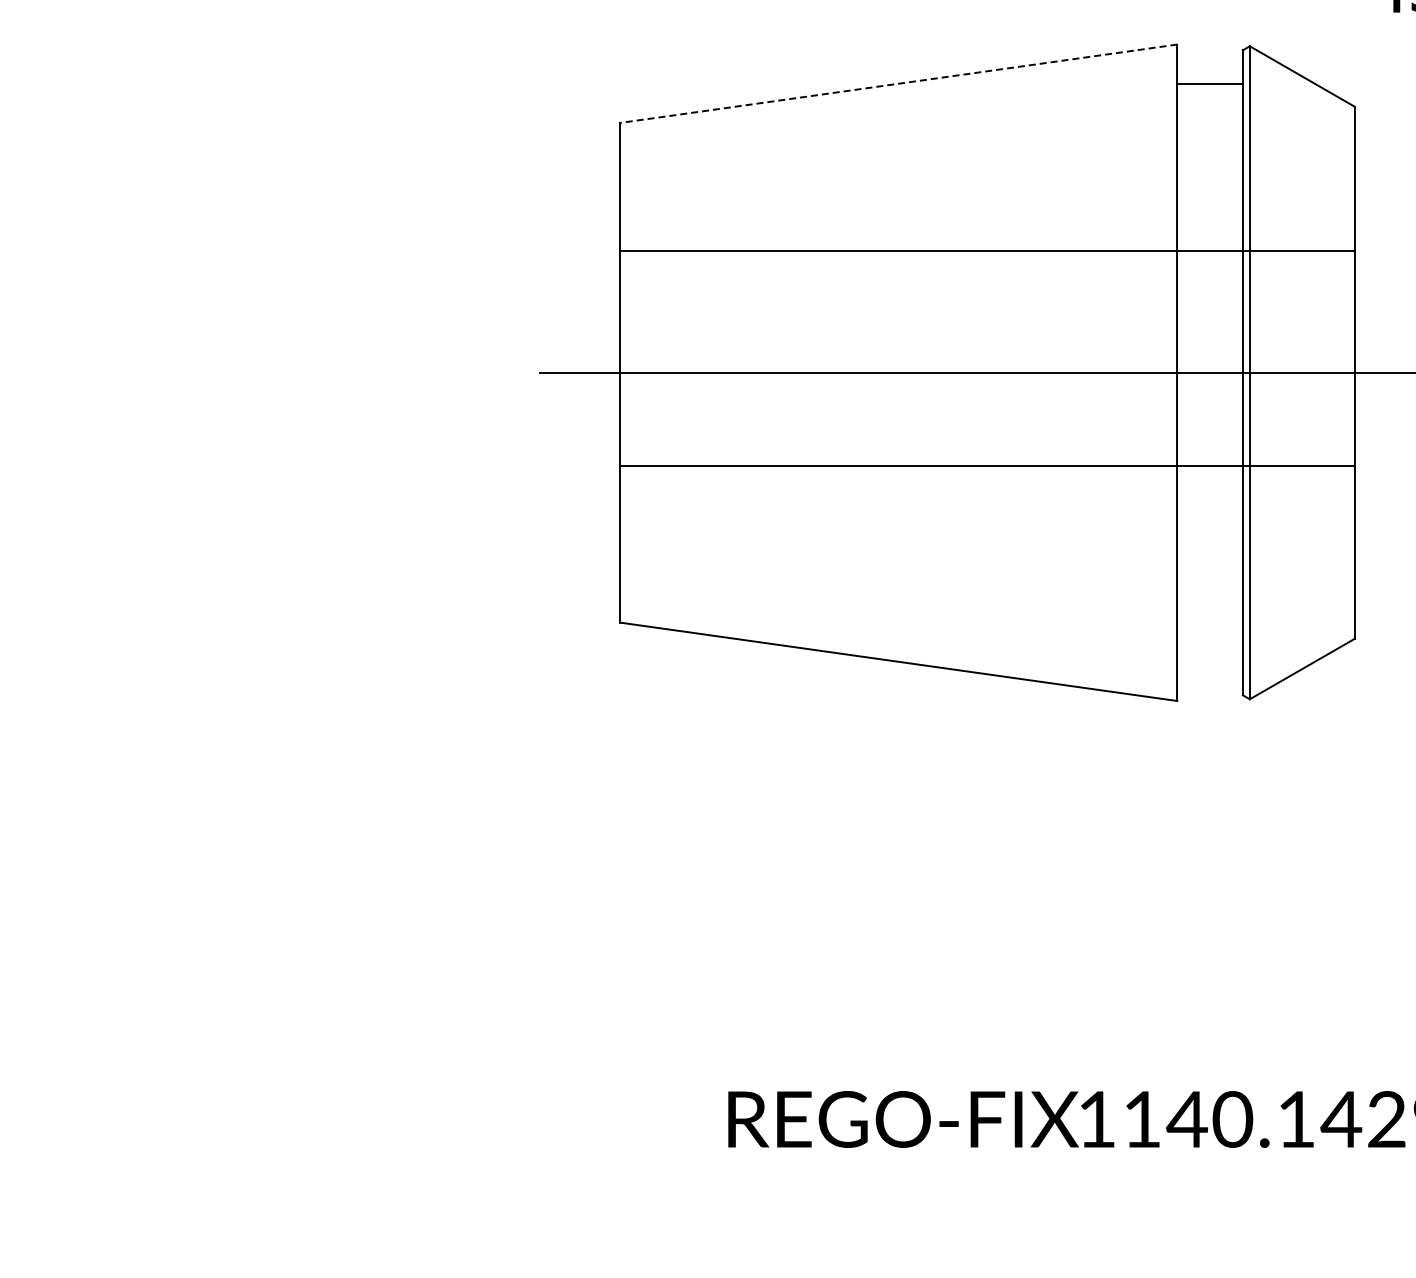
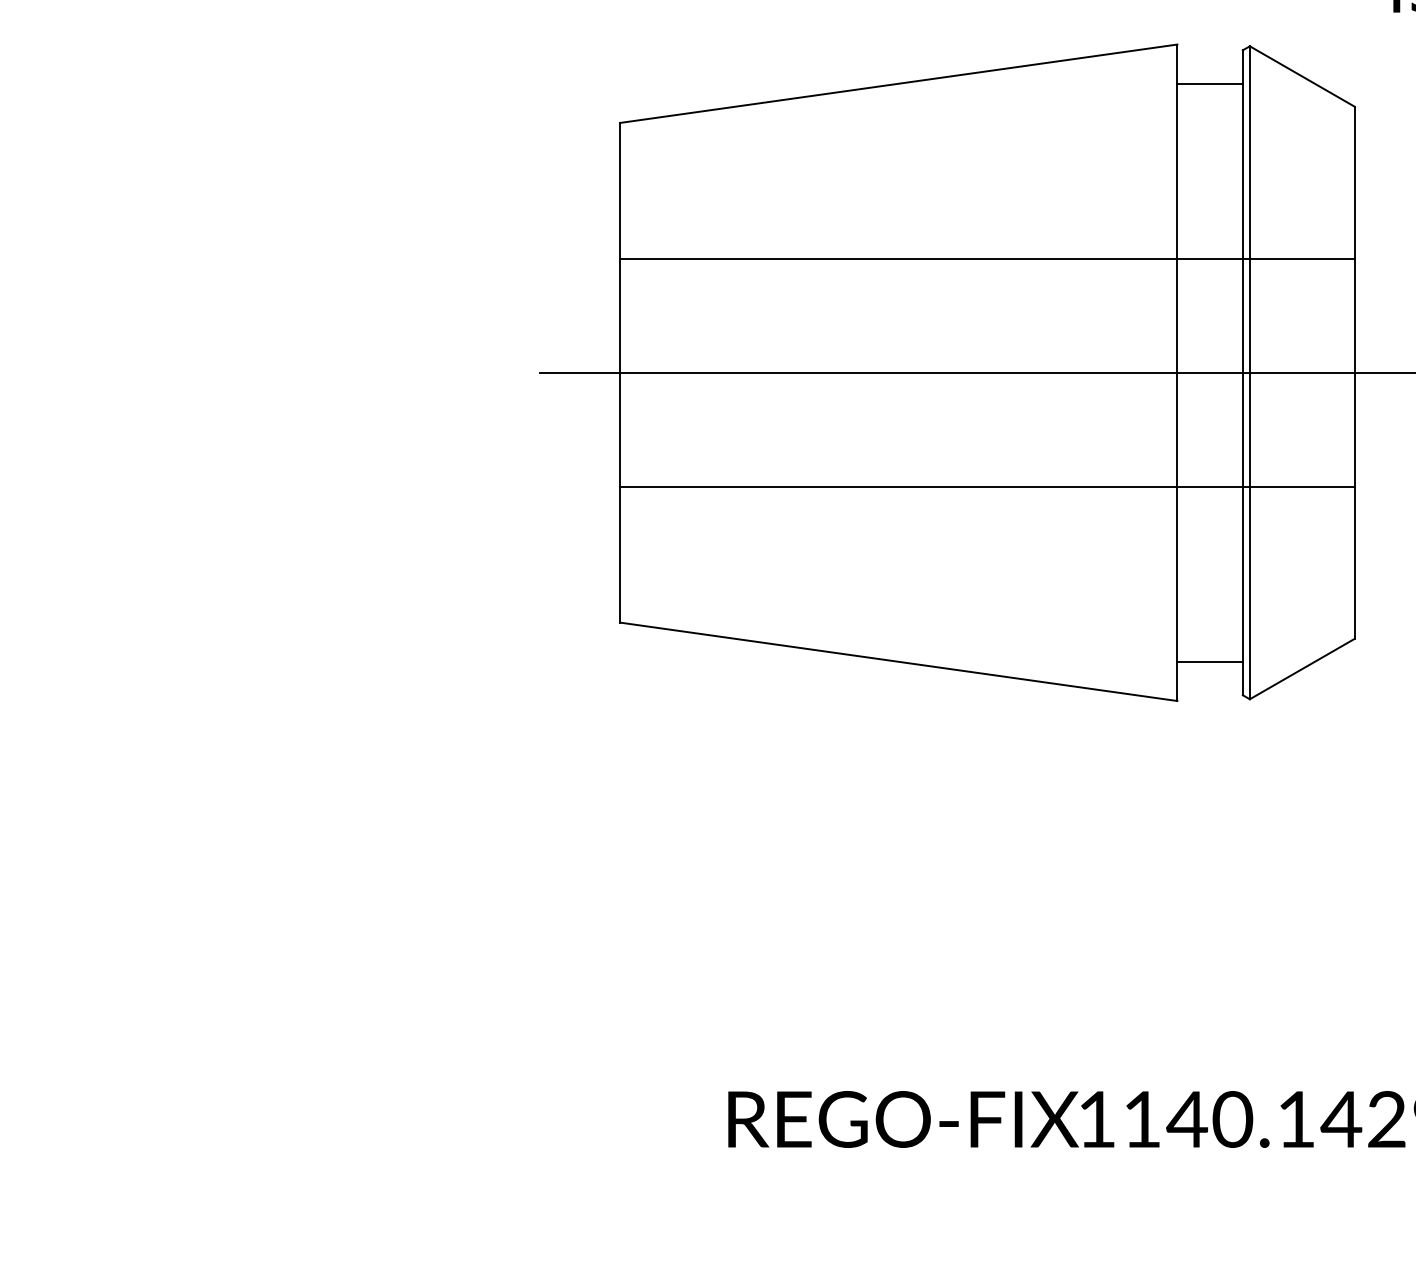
line at (898, 83): dashed -> solid
line at (986, 250) position: (986, 250) -> (986, 258)
line at (986, 465) position: (986, 465) -> (986, 486)
line at (1209, 661): none -> present
